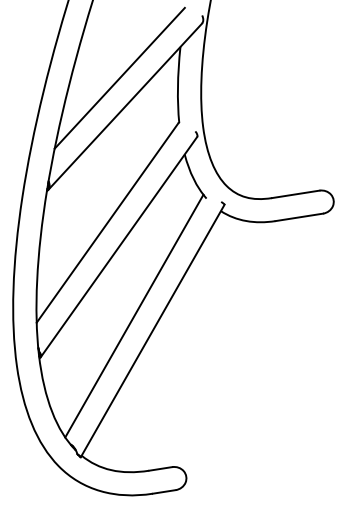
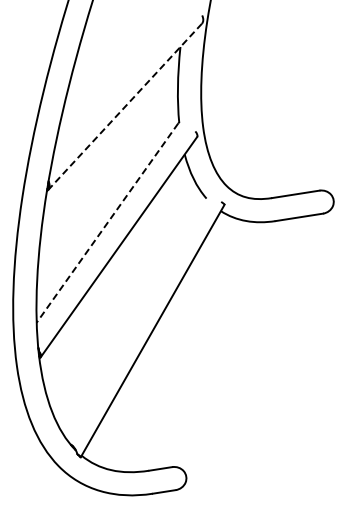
line at (119, 77): present -> none
line at (124, 107): solid -> dashed
line at (107, 223): solid -> dashed
line at (134, 315): present -> none
